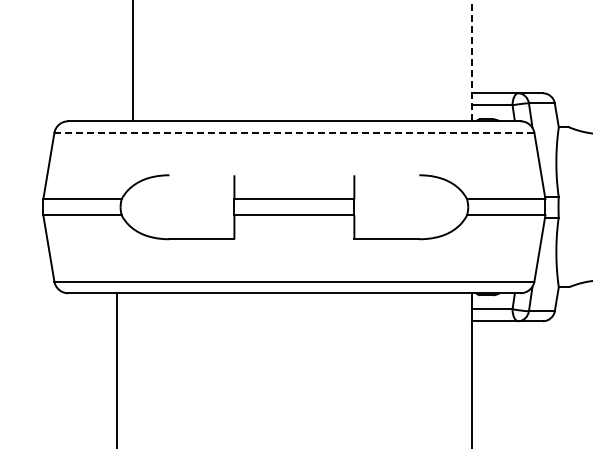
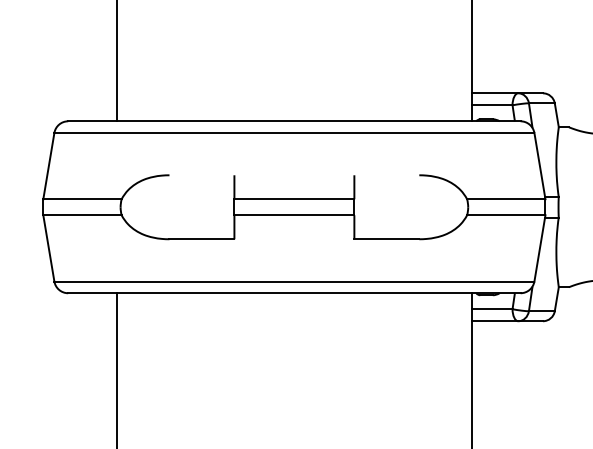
line at (472, 60): dashed -> solid
line at (133, 61) position: (133, 61) -> (117, 61)
line at (294, 133): dashed -> solid
